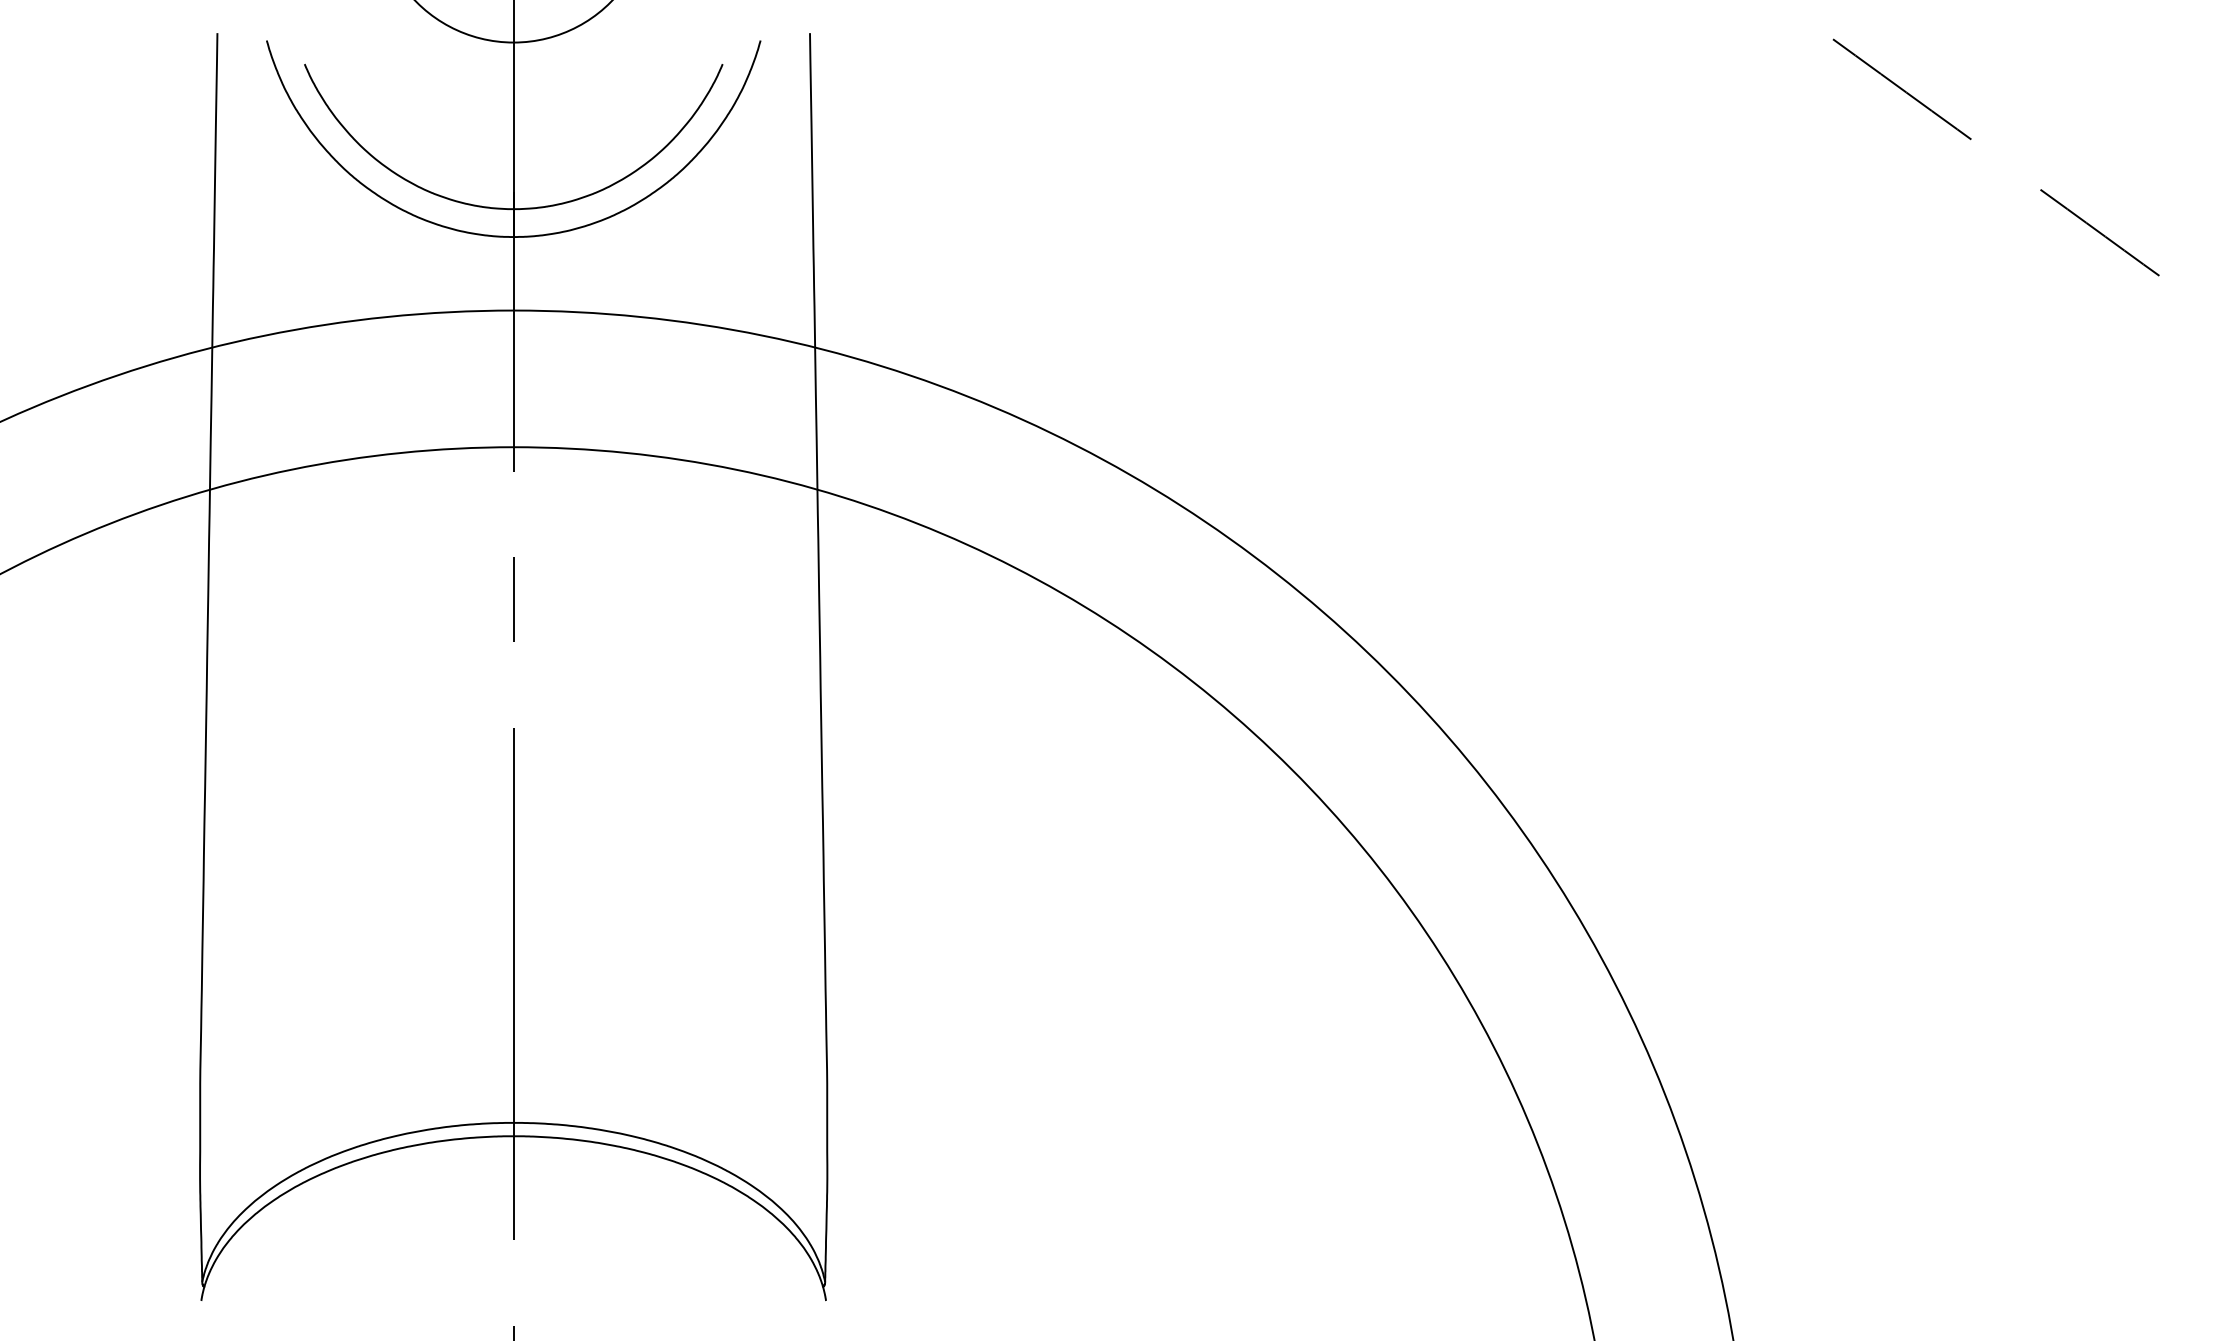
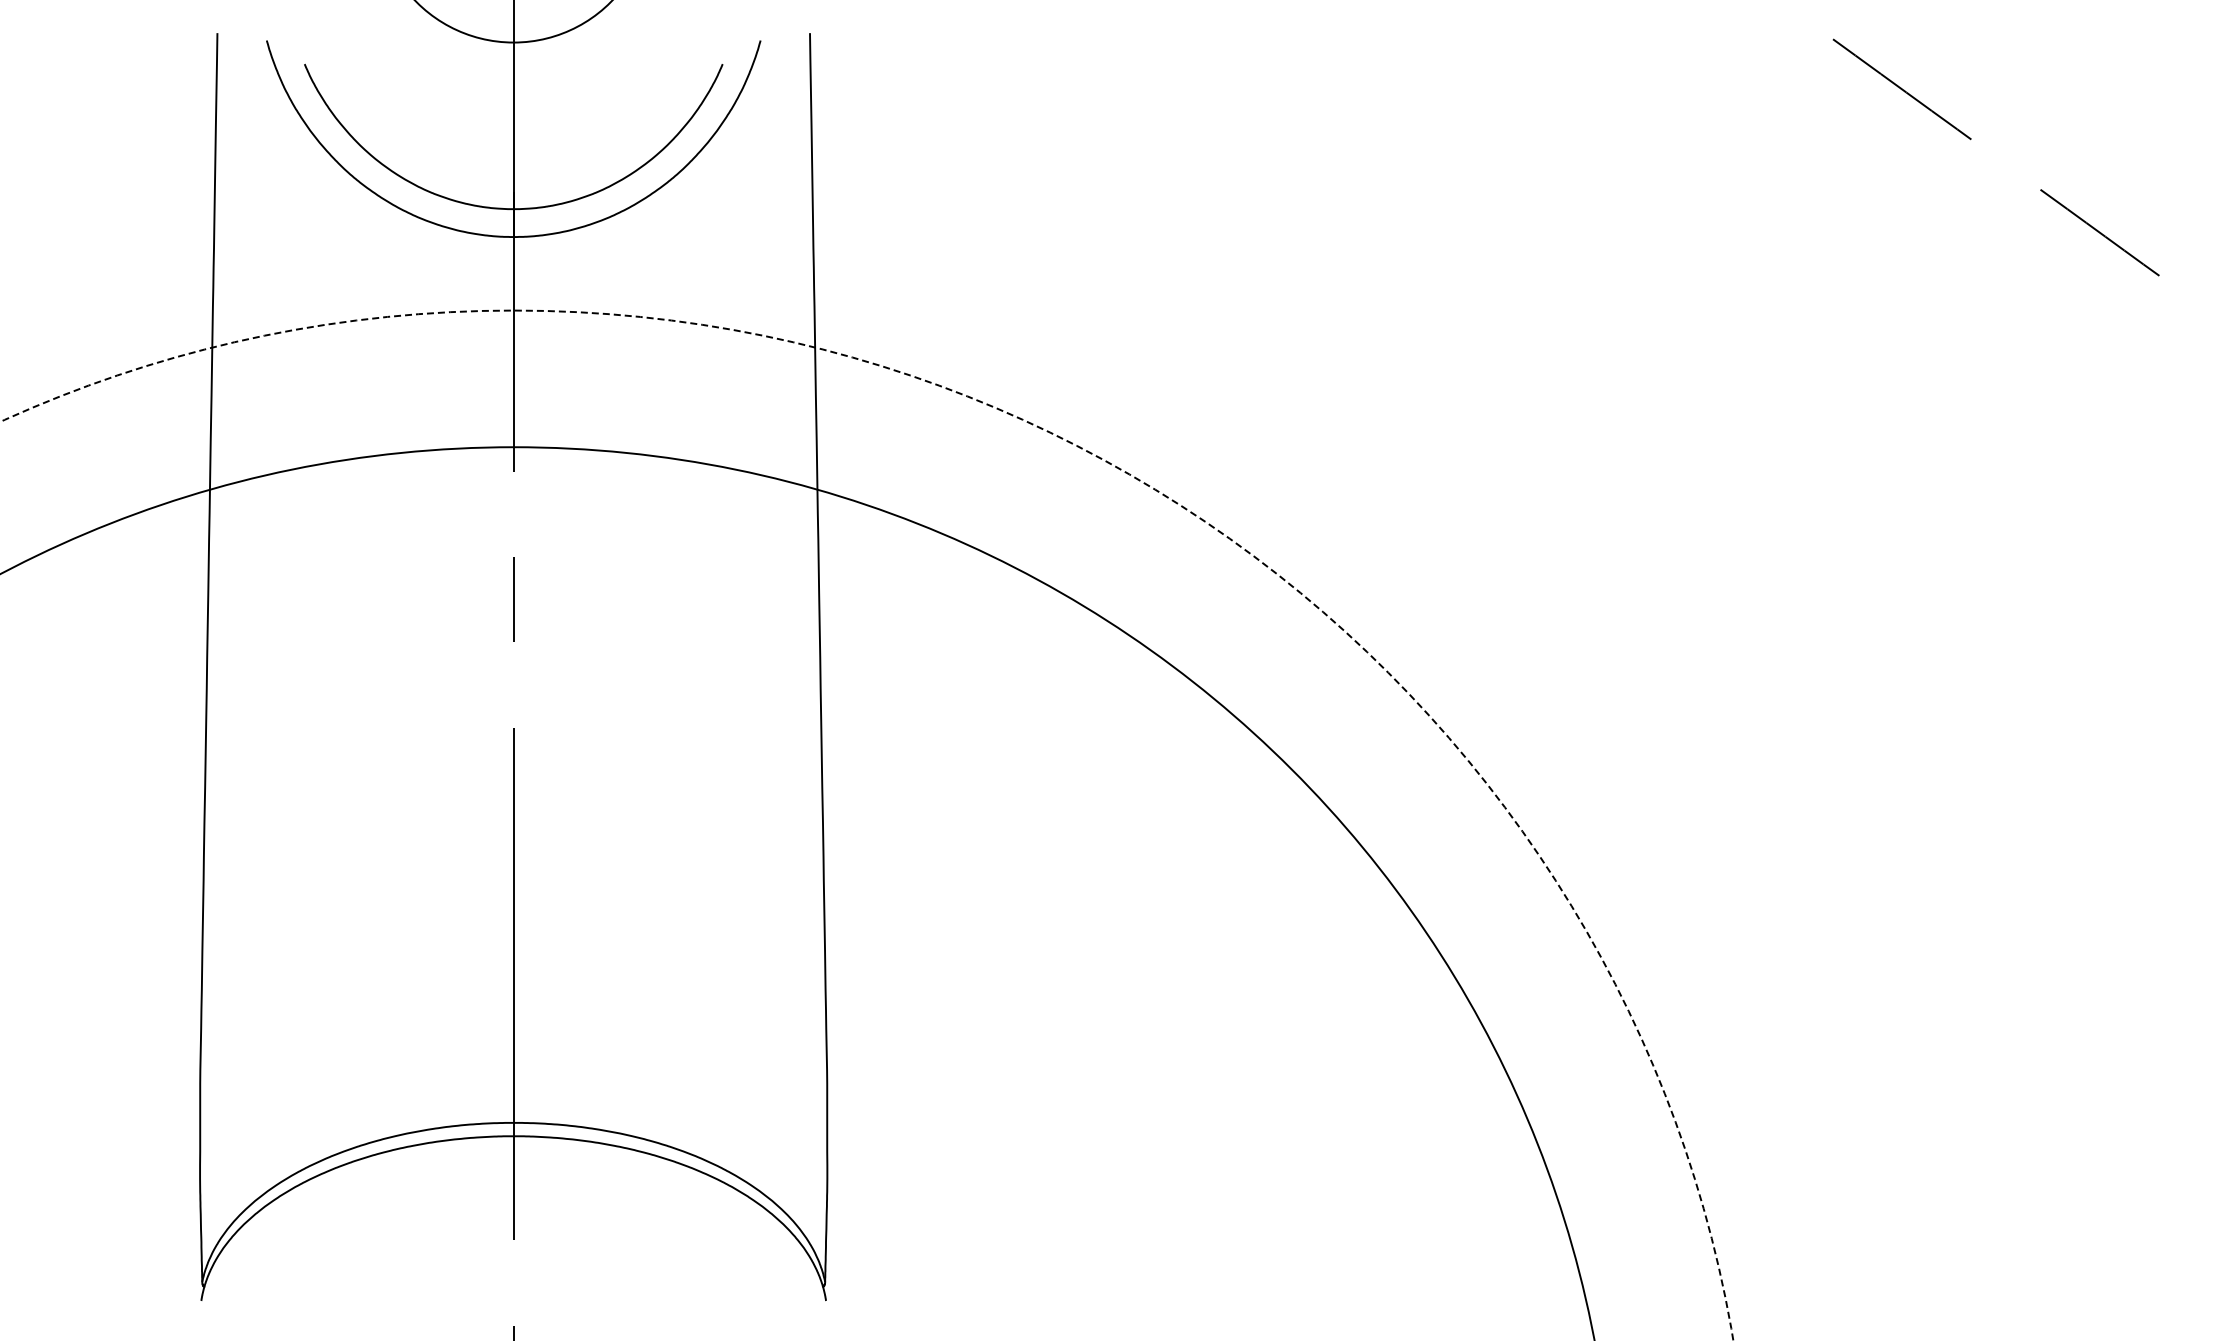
circle at (866, 825): solid -> dashed
